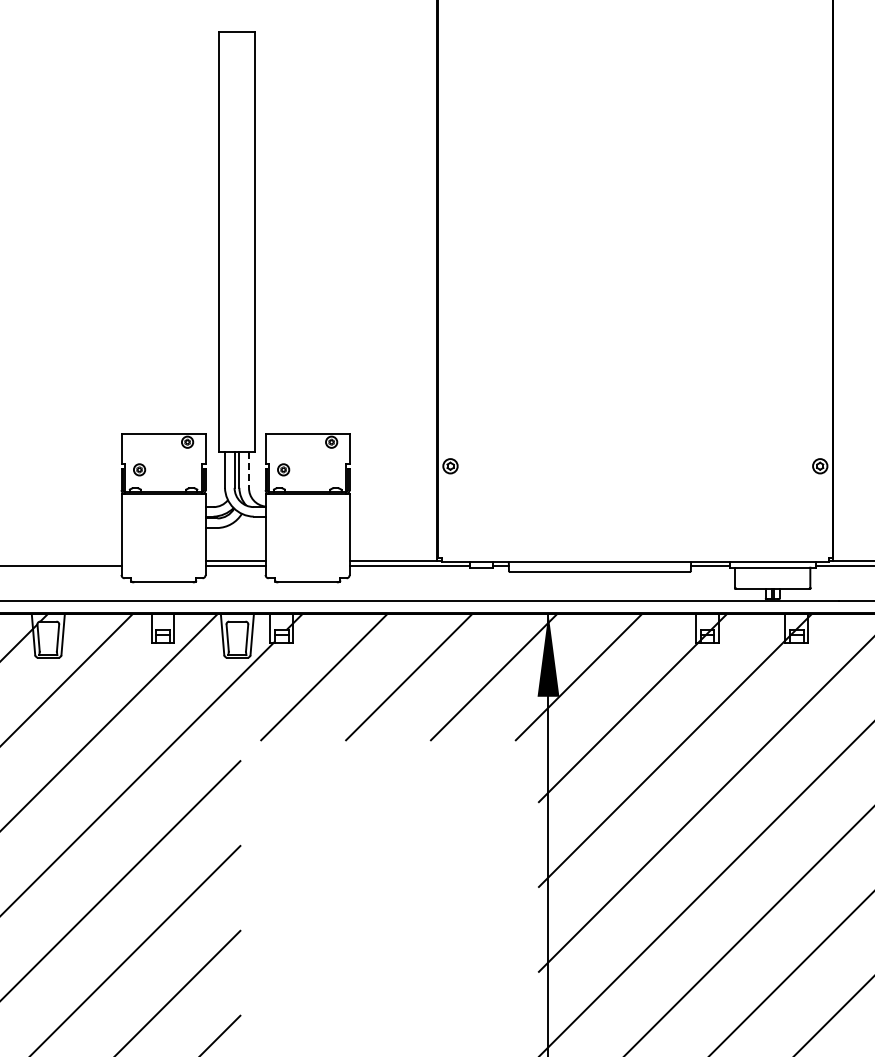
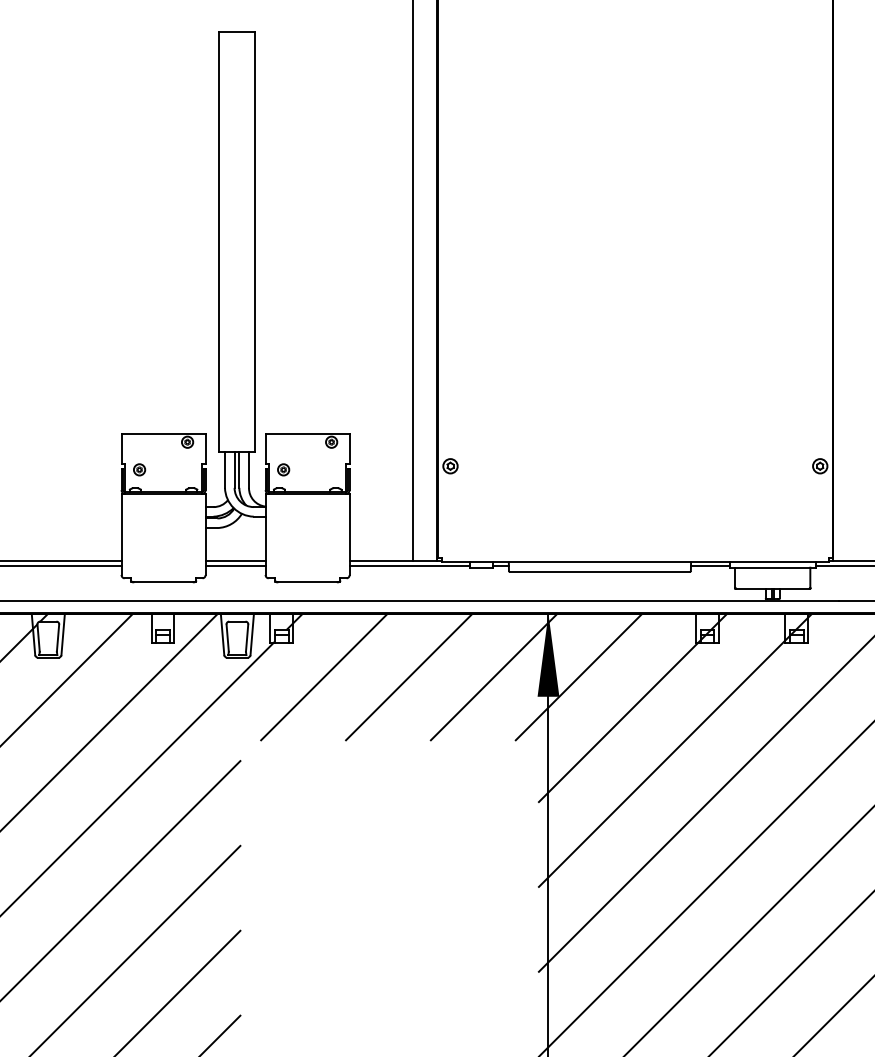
line at (413, 281): none -> present
line at (249, 470): dashed -> solid
line at (61, 560): none -> present
